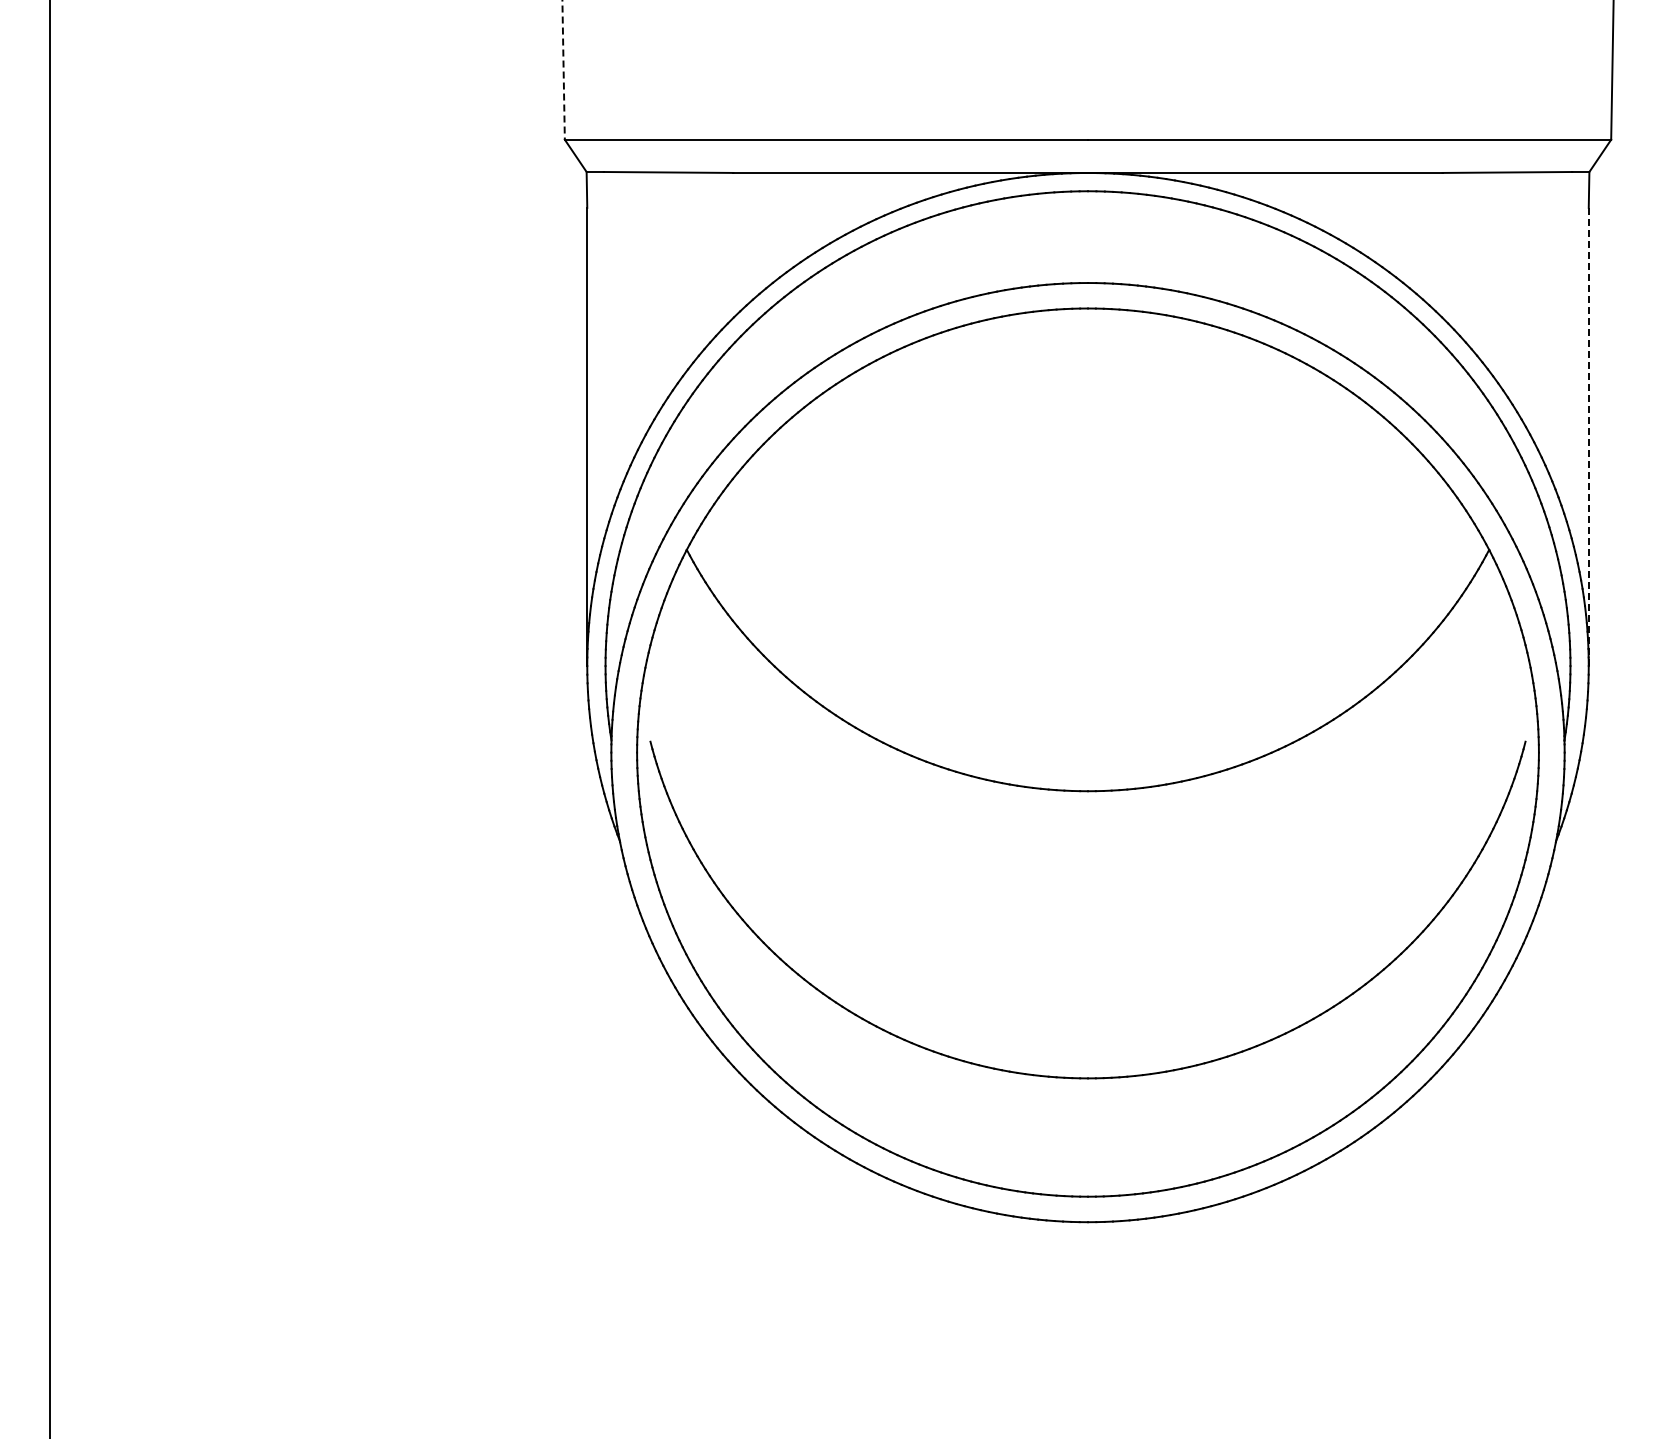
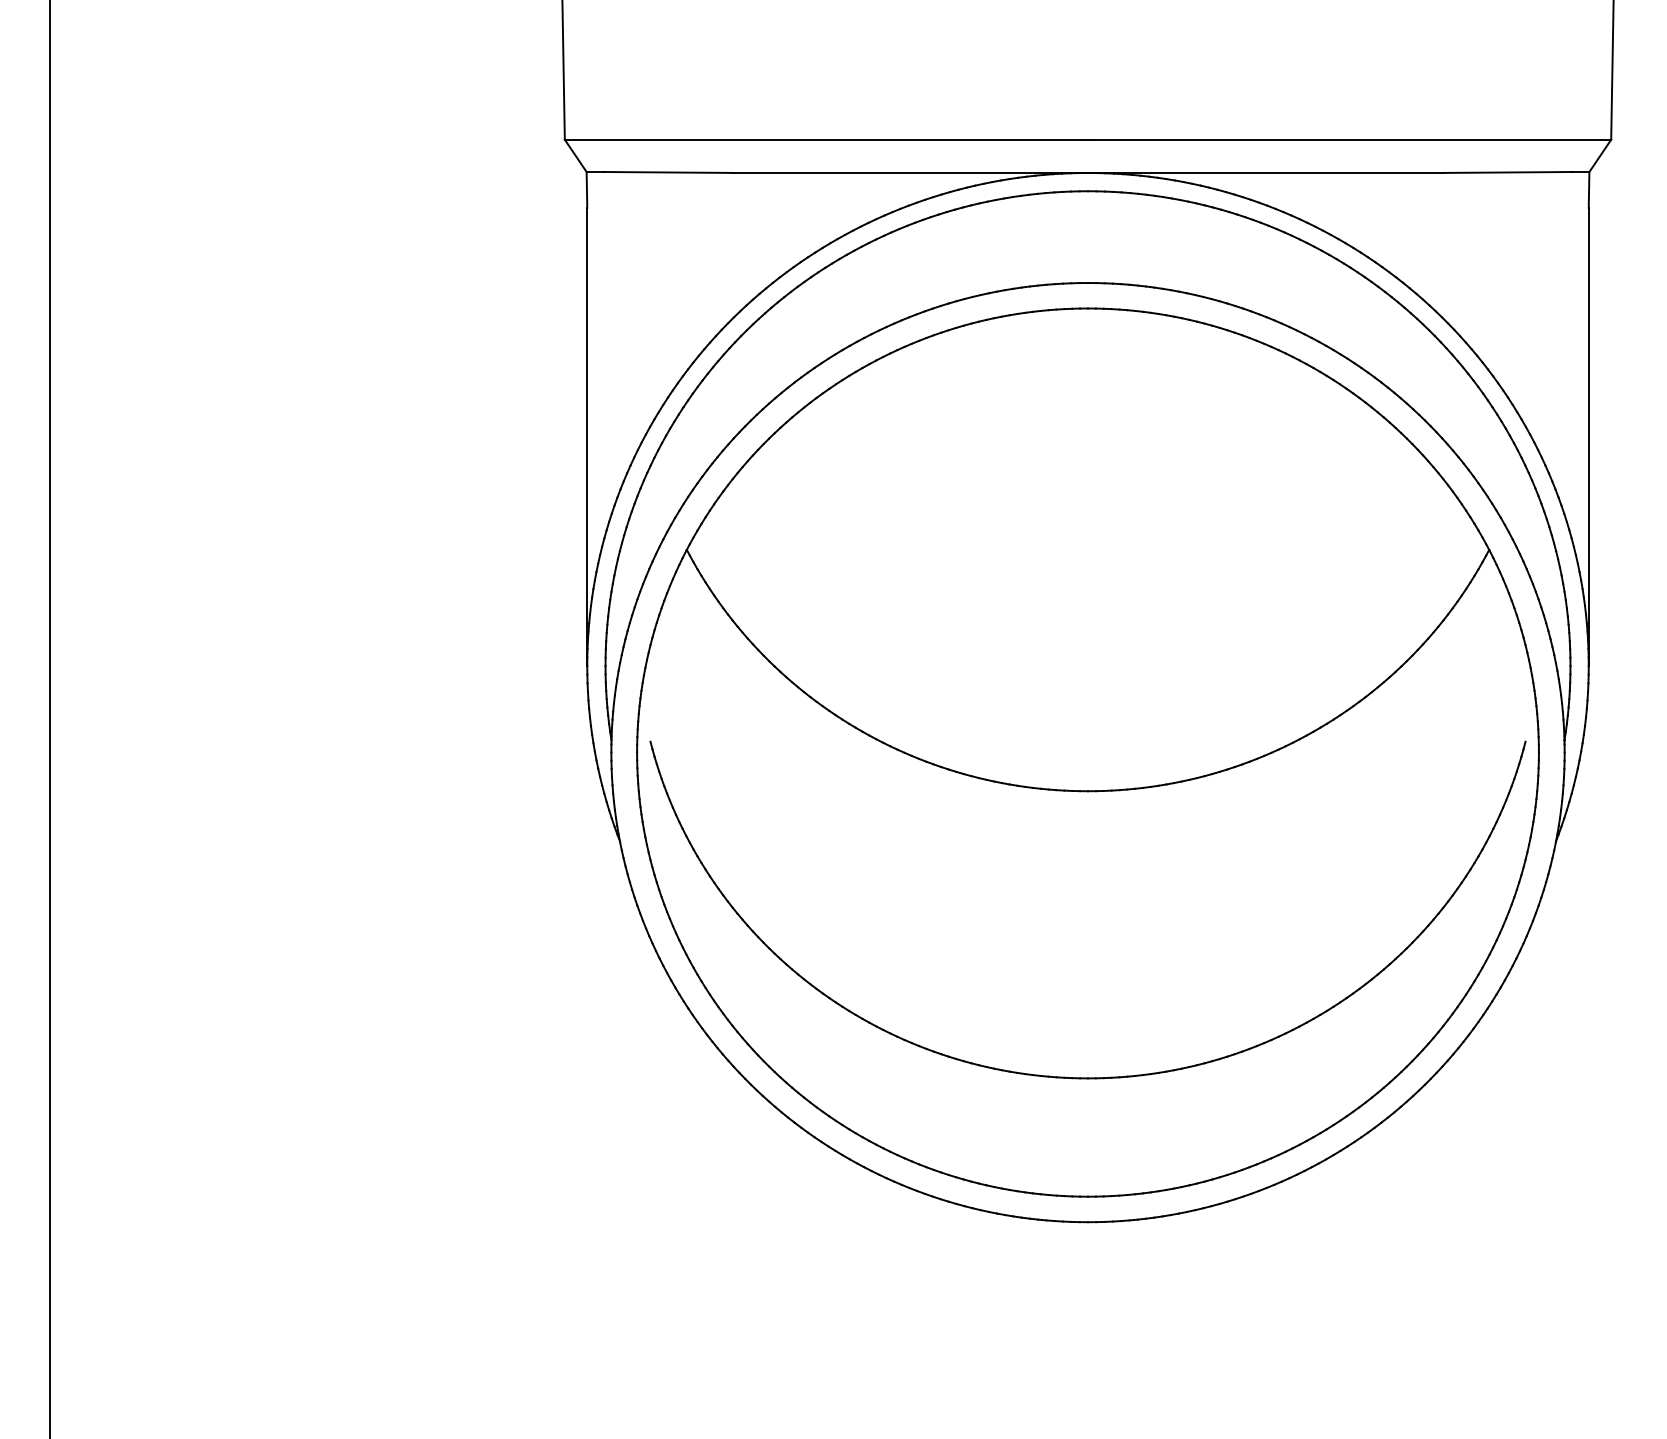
line at (563, 69): dashed -> solid
line at (1588, 437): dashed -> solid
